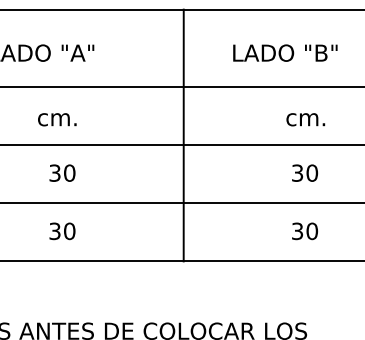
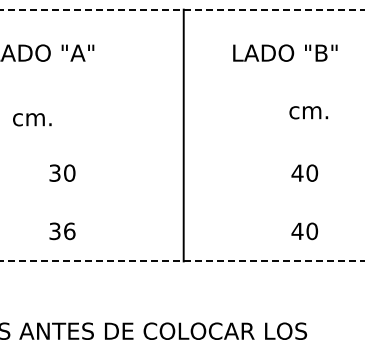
line at (182, 9): solid -> dashed
line at (181, 86): present -> none
text at (57, 119) position: (57, 119) -> (32, 119)
text at (305, 119) position: (305, 119) -> (308, 112)
line at (181, 145): present -> none
text at (297, 172): 30 -> 40
line at (181, 203): present -> none
text at (69, 230): 30 -> 36
text at (297, 231): 30 -> 40
line at (183, 261): solid -> dashed
